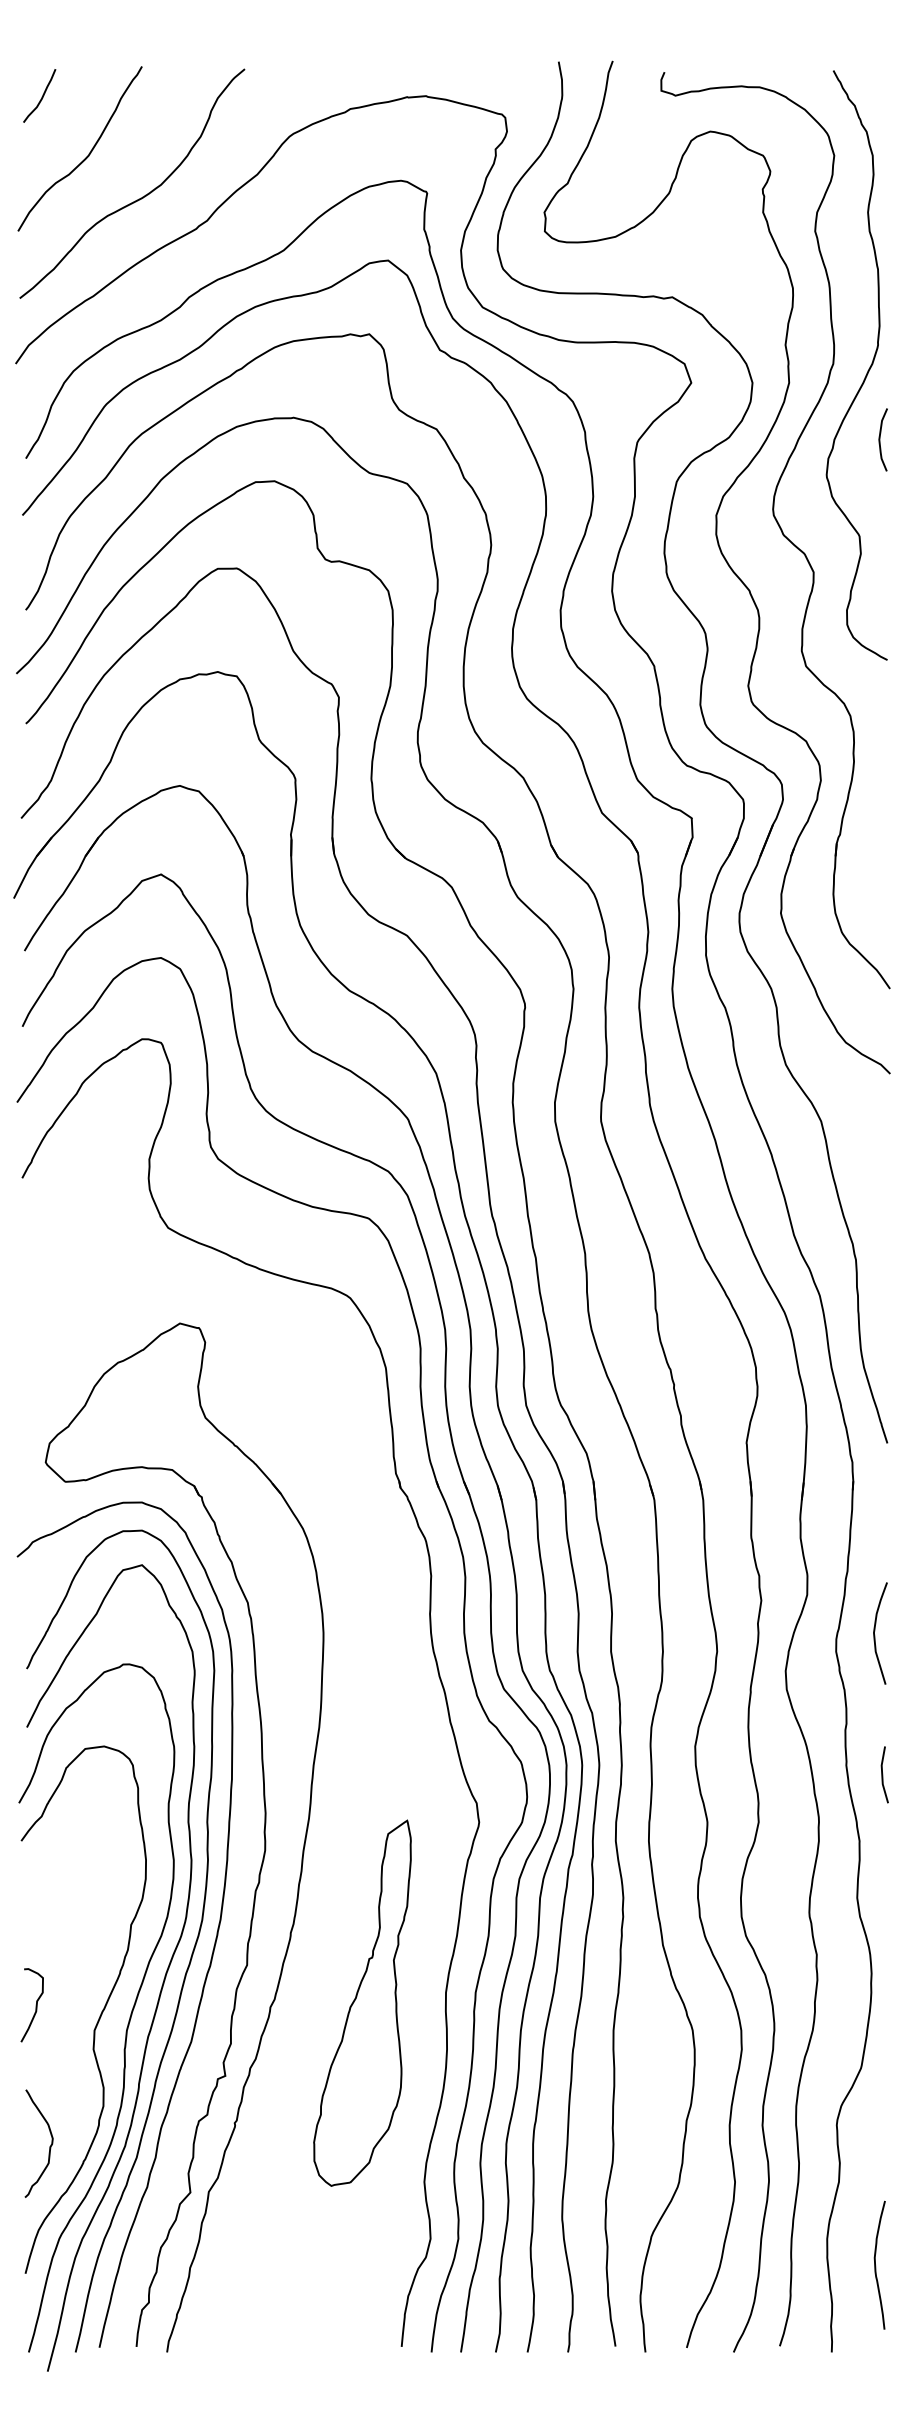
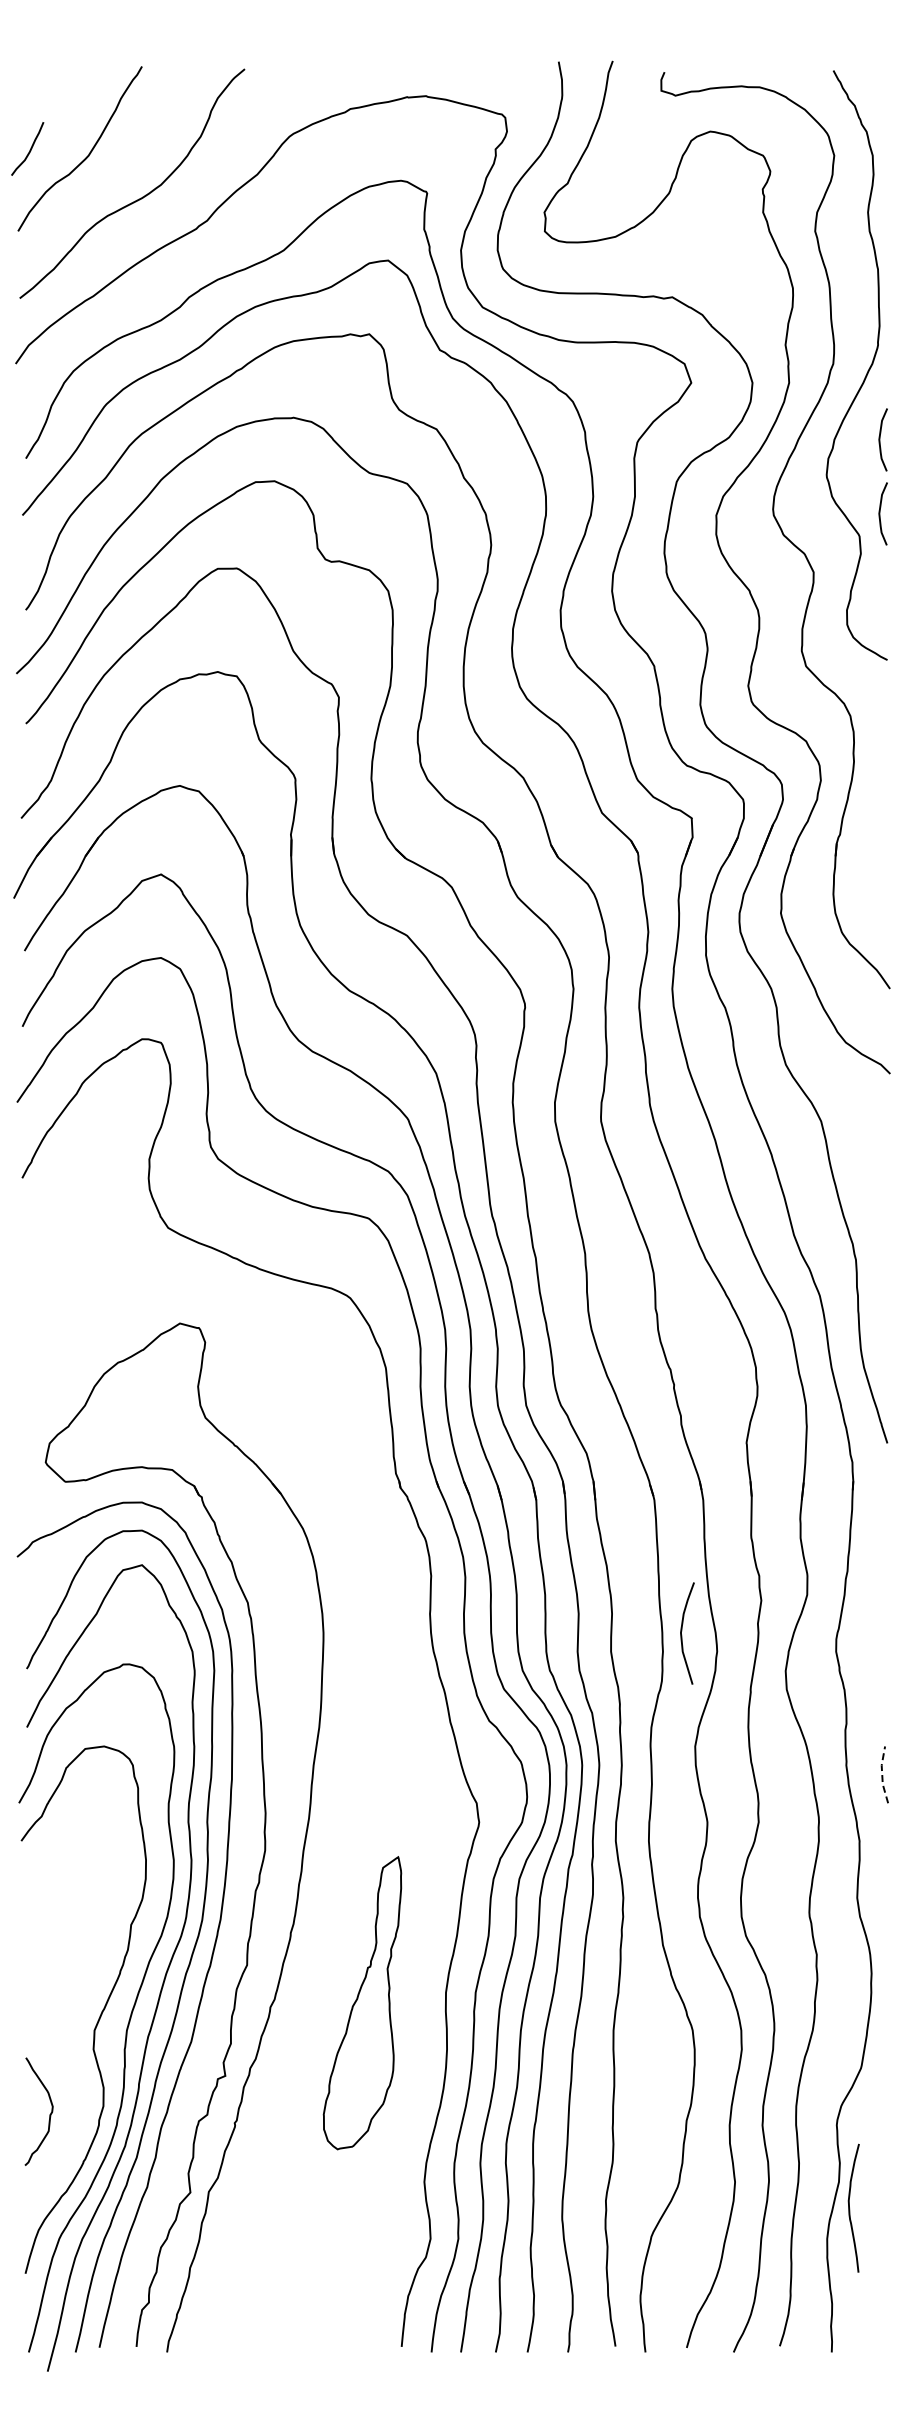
curve at (41, 97) position: (41, 97) -> (29, 150)
curve at (880, 513): none -> present
curve at (875, 1631) position: (875, 1631) -> (682, 1631)
line at (882, 1774): solid -> dashed
part at (362, 2002) size: 99x368 px -> 81x295 px
curve at (35, 2005): present -> none
curve at (49, 2146) position: (49, 2146) -> (49, 2114)
curve at (876, 2266) position: (876, 2266) -> (850, 2209)
